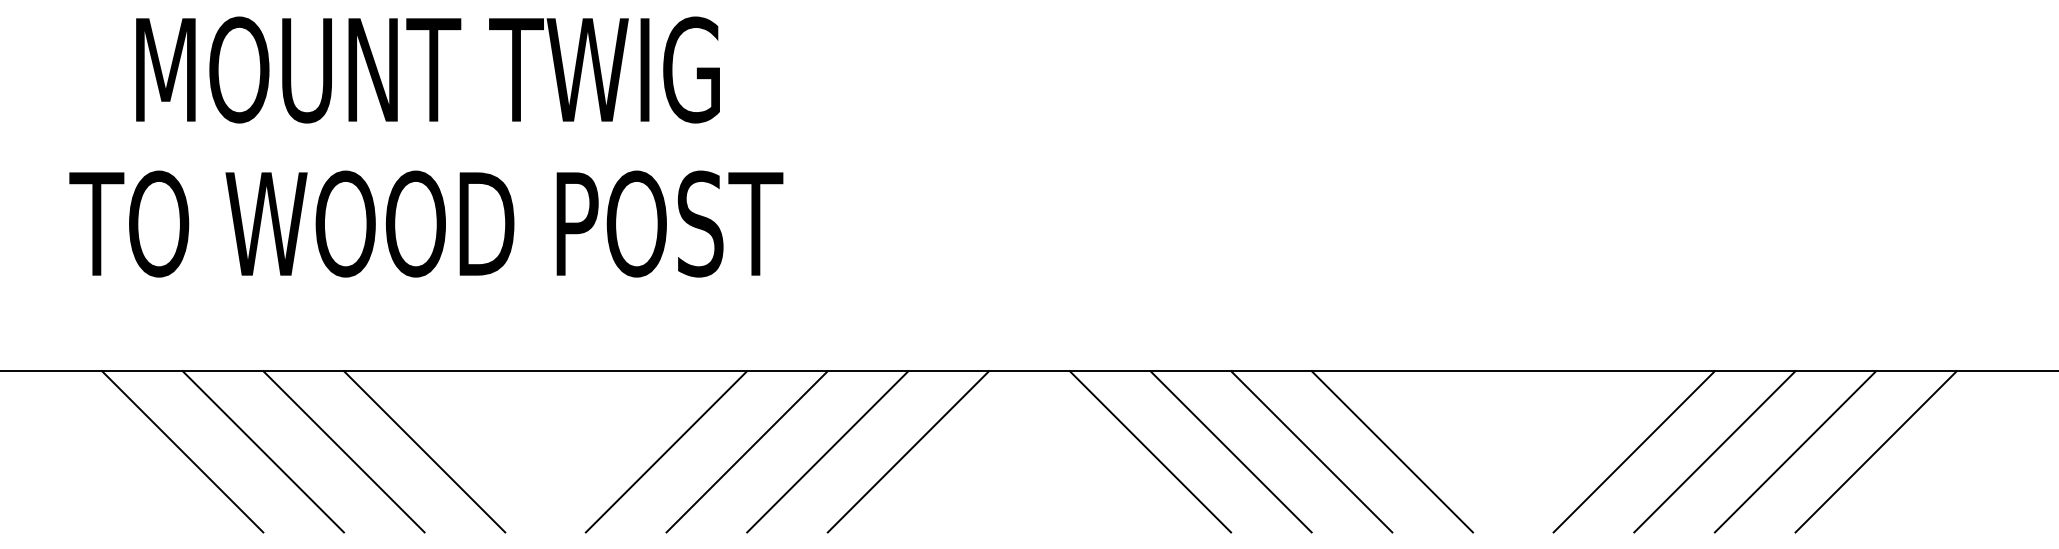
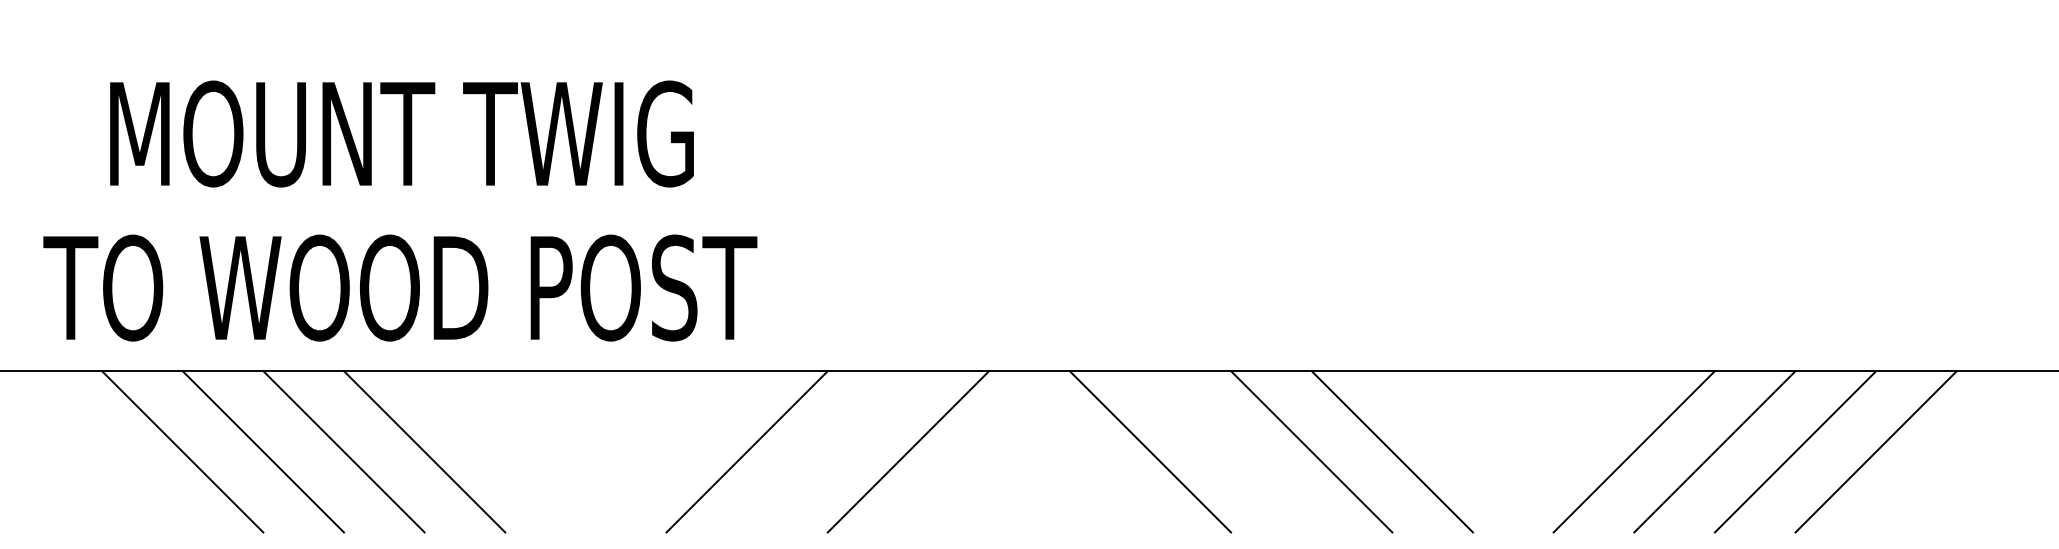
text at (426, 146) position: (426, 146) -> (400, 210)
line at (666, 451): present -> none
line at (827, 451): present -> none
line at (1230, 451): present -> none
